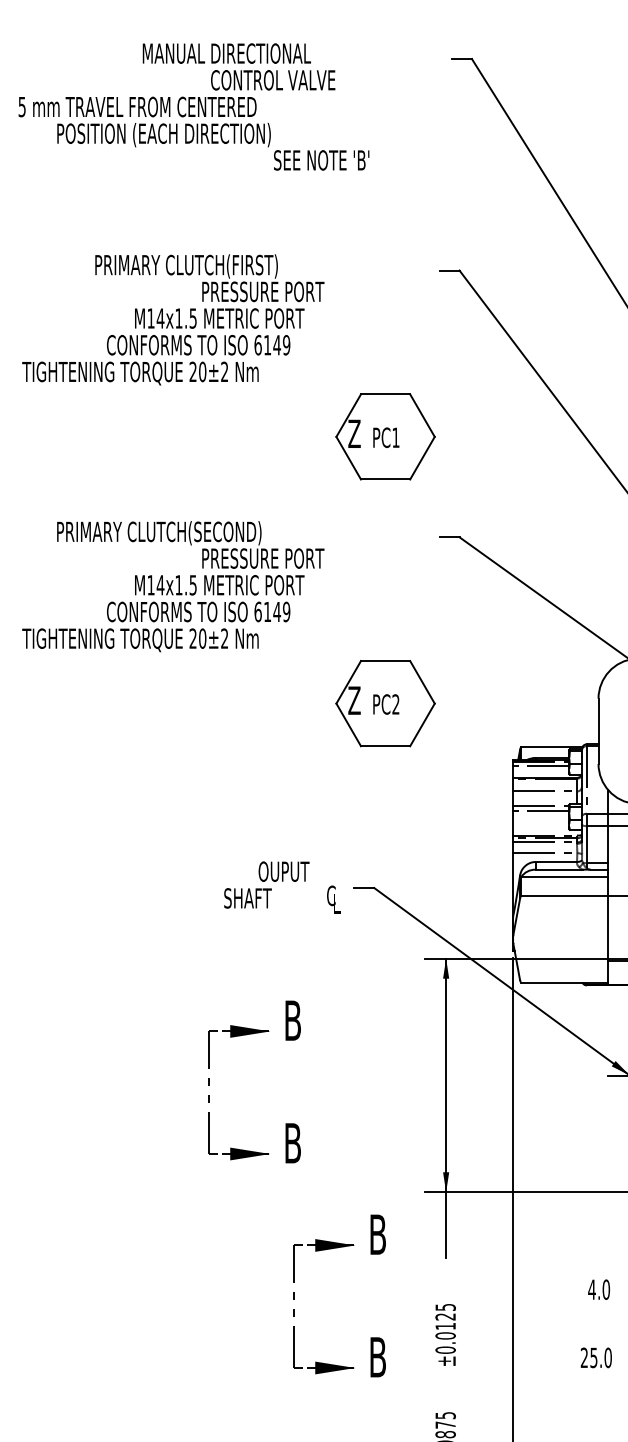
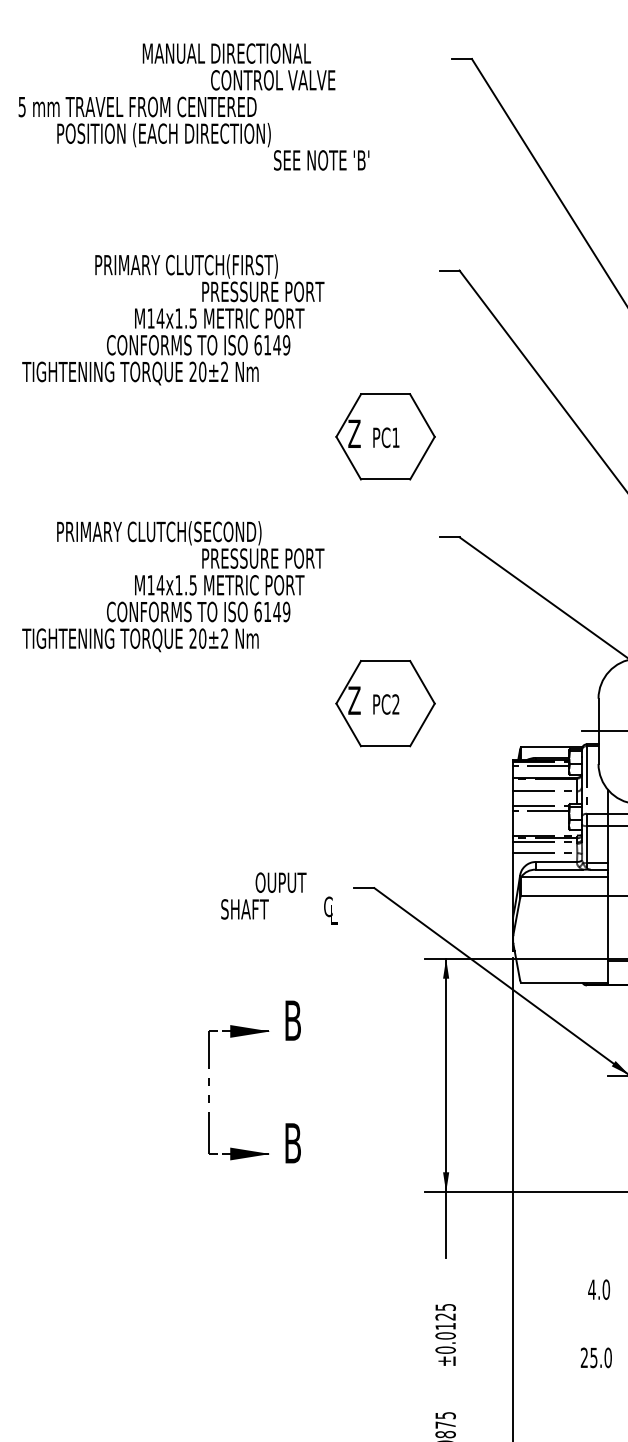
line at (602, 731): none -> present
text at (282, 887) position: (282, 887) -> (279, 898)
part at (294, 1295): present -> none
